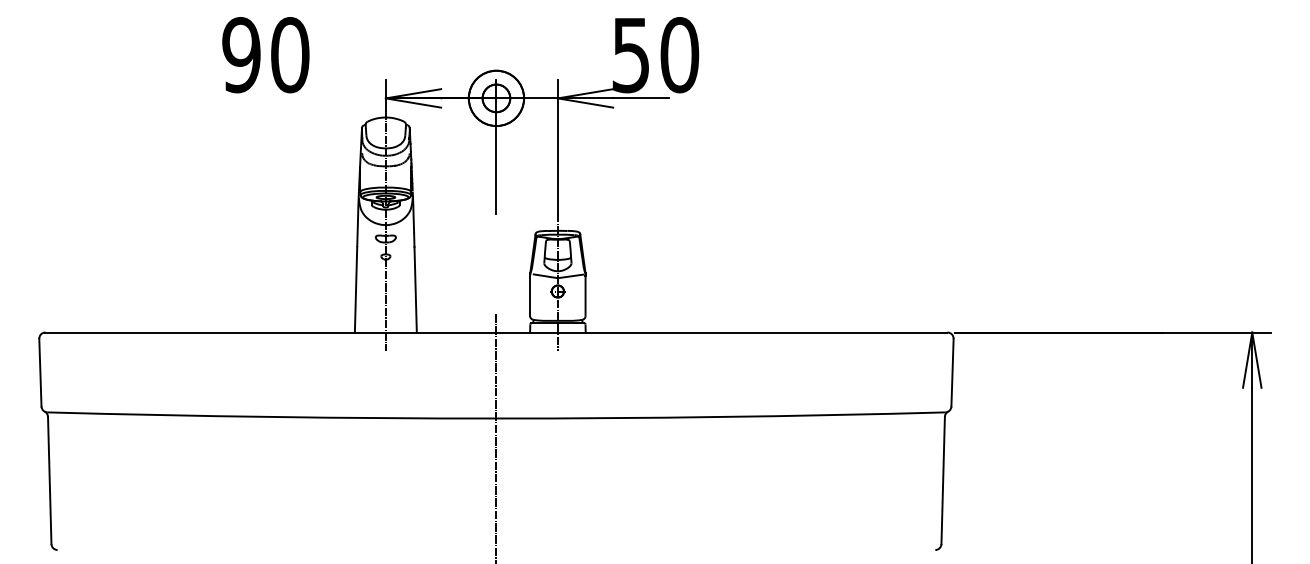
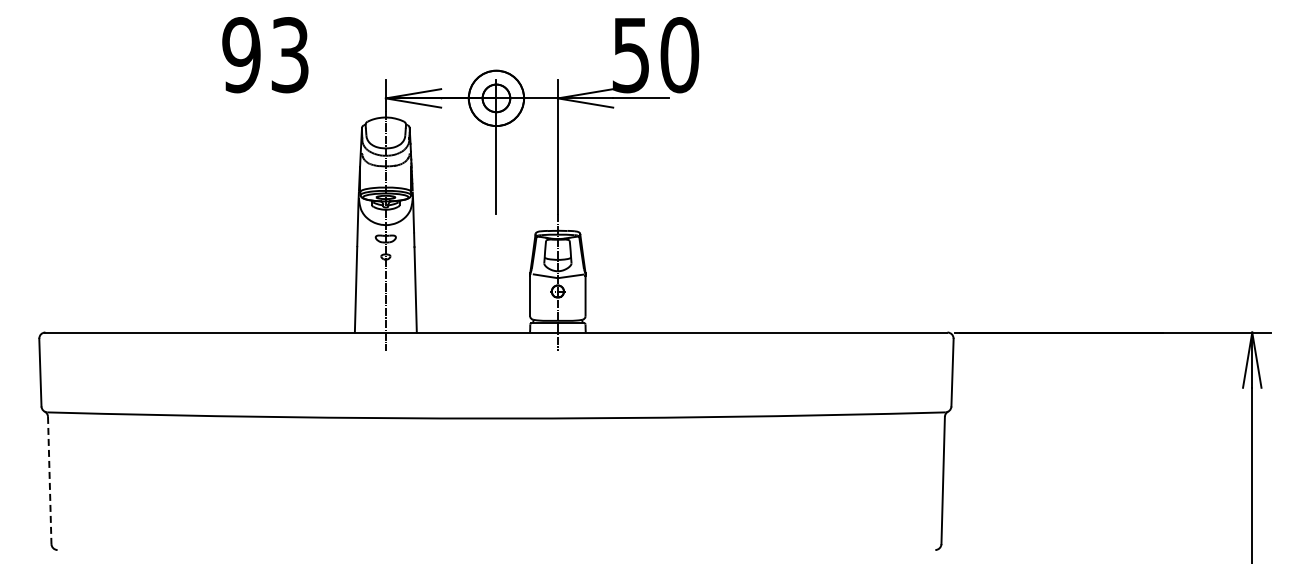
text at (290, 55): 90 -> 93
line at (496, 437): present -> none
line at (49, 480): solid -> dashed
